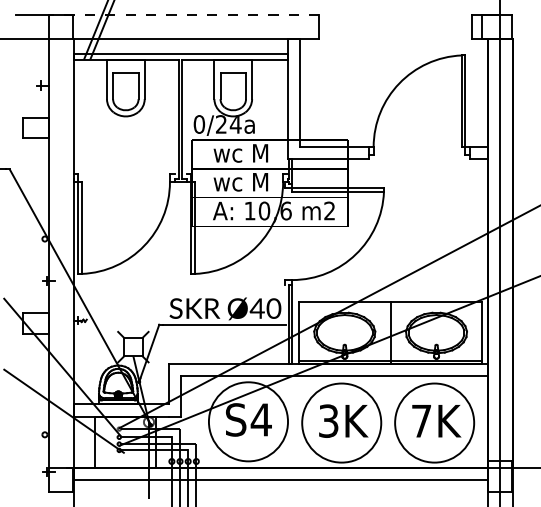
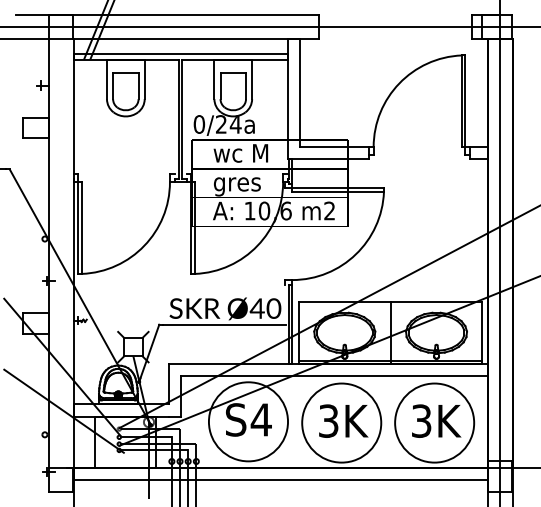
line at (183, 14): dashed -> solid
line at (269, 27): none -> present
text at (240, 184): wc M -> gres
text at (421, 420): 7K -> 3K
